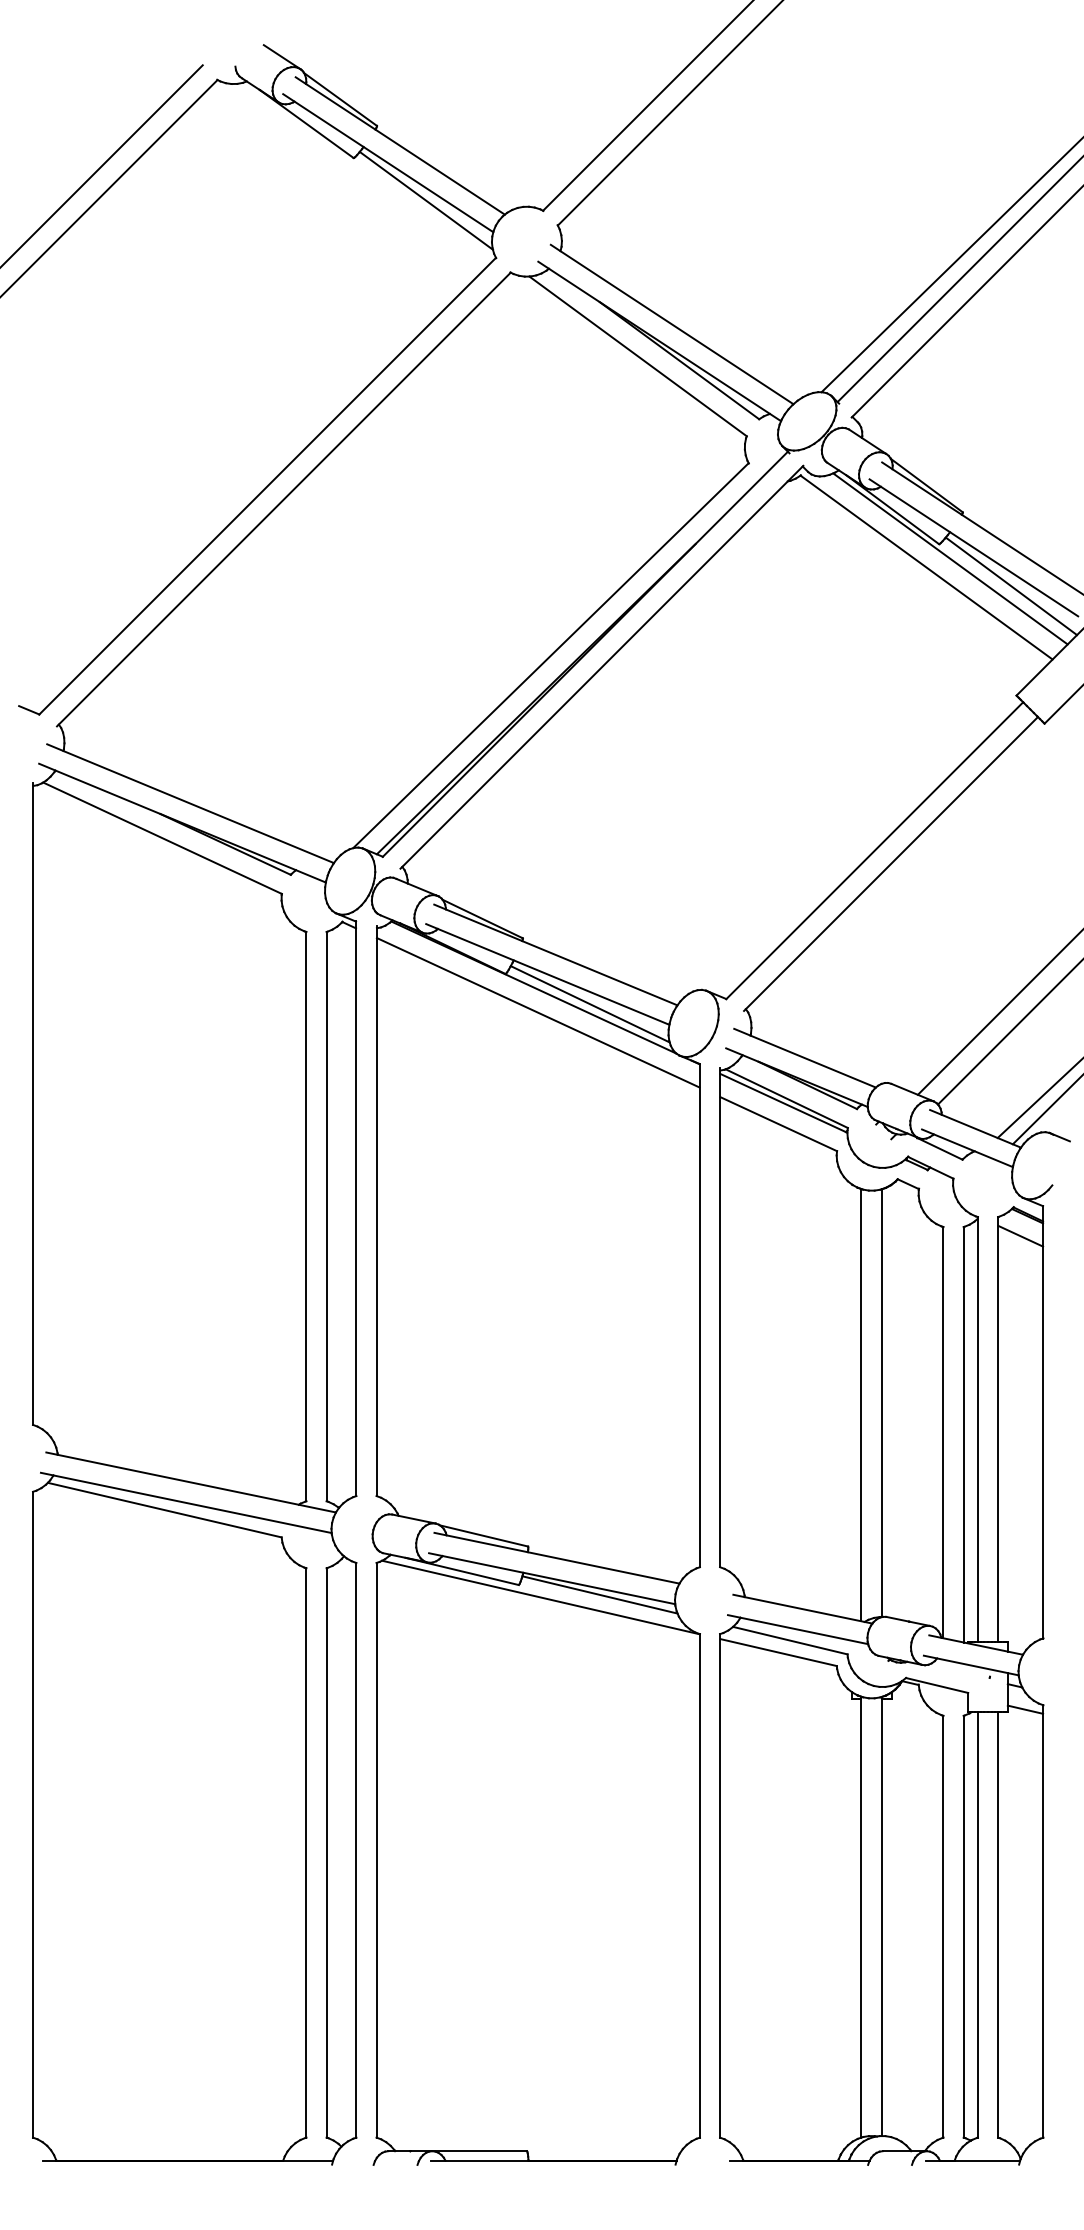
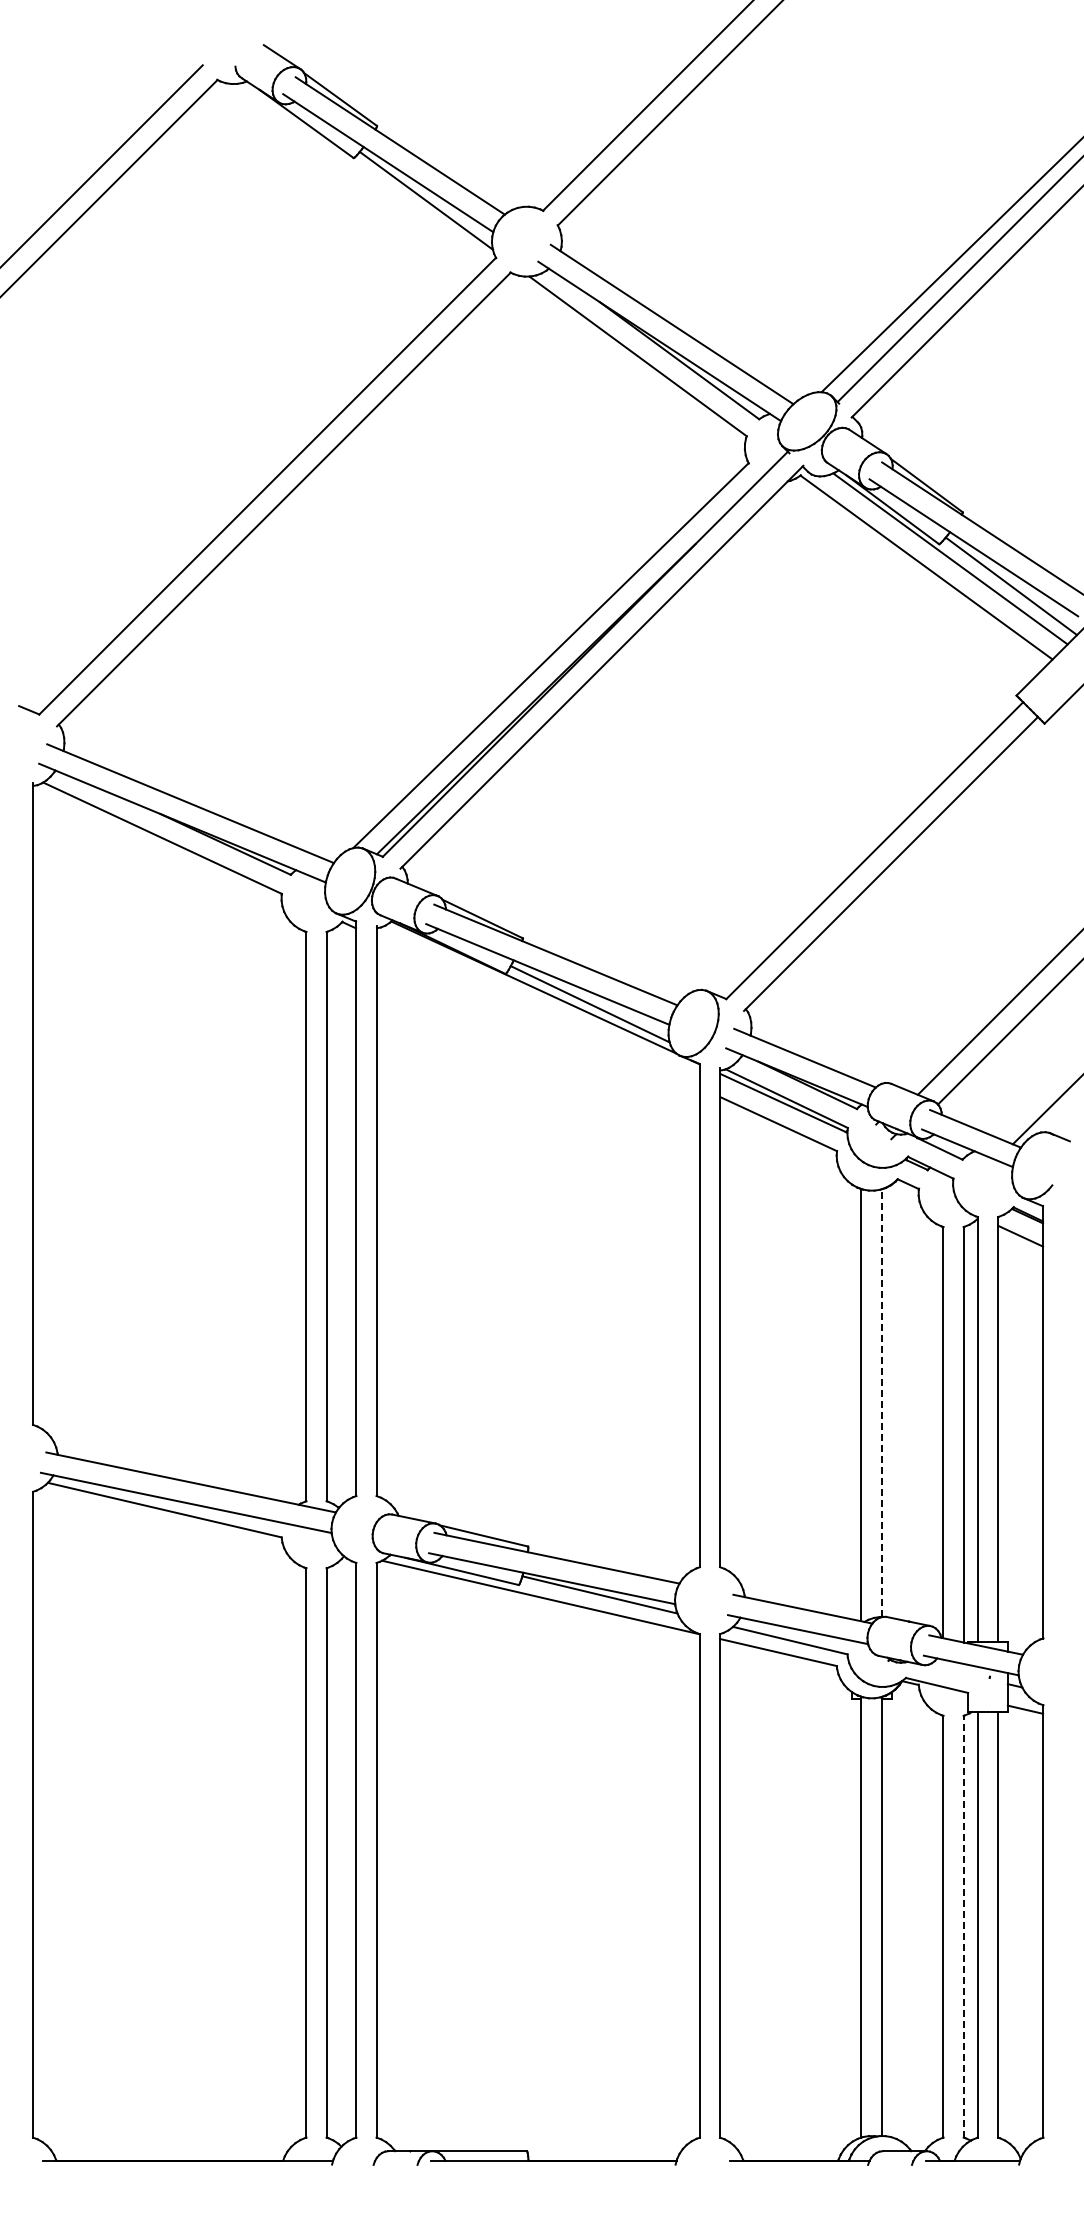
line at (537, 1012): present -> none
line at (1038, 1099): present -> none
line at (882, 1403): solid -> dashed
line at (964, 1926): solid -> dashed
